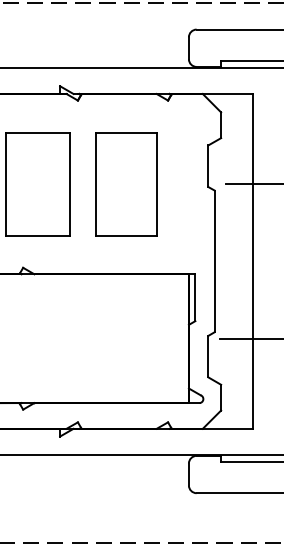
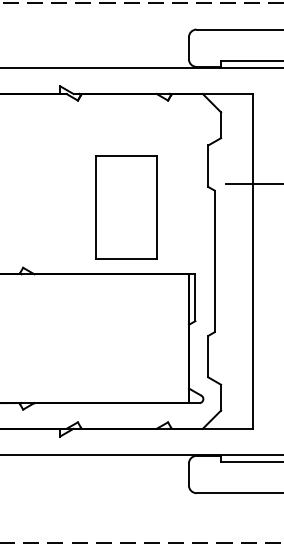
part at (37, 184): present -> none
part at (126, 184) position: (126, 184) -> (126, 207)
line at (249, 338): present -> none
